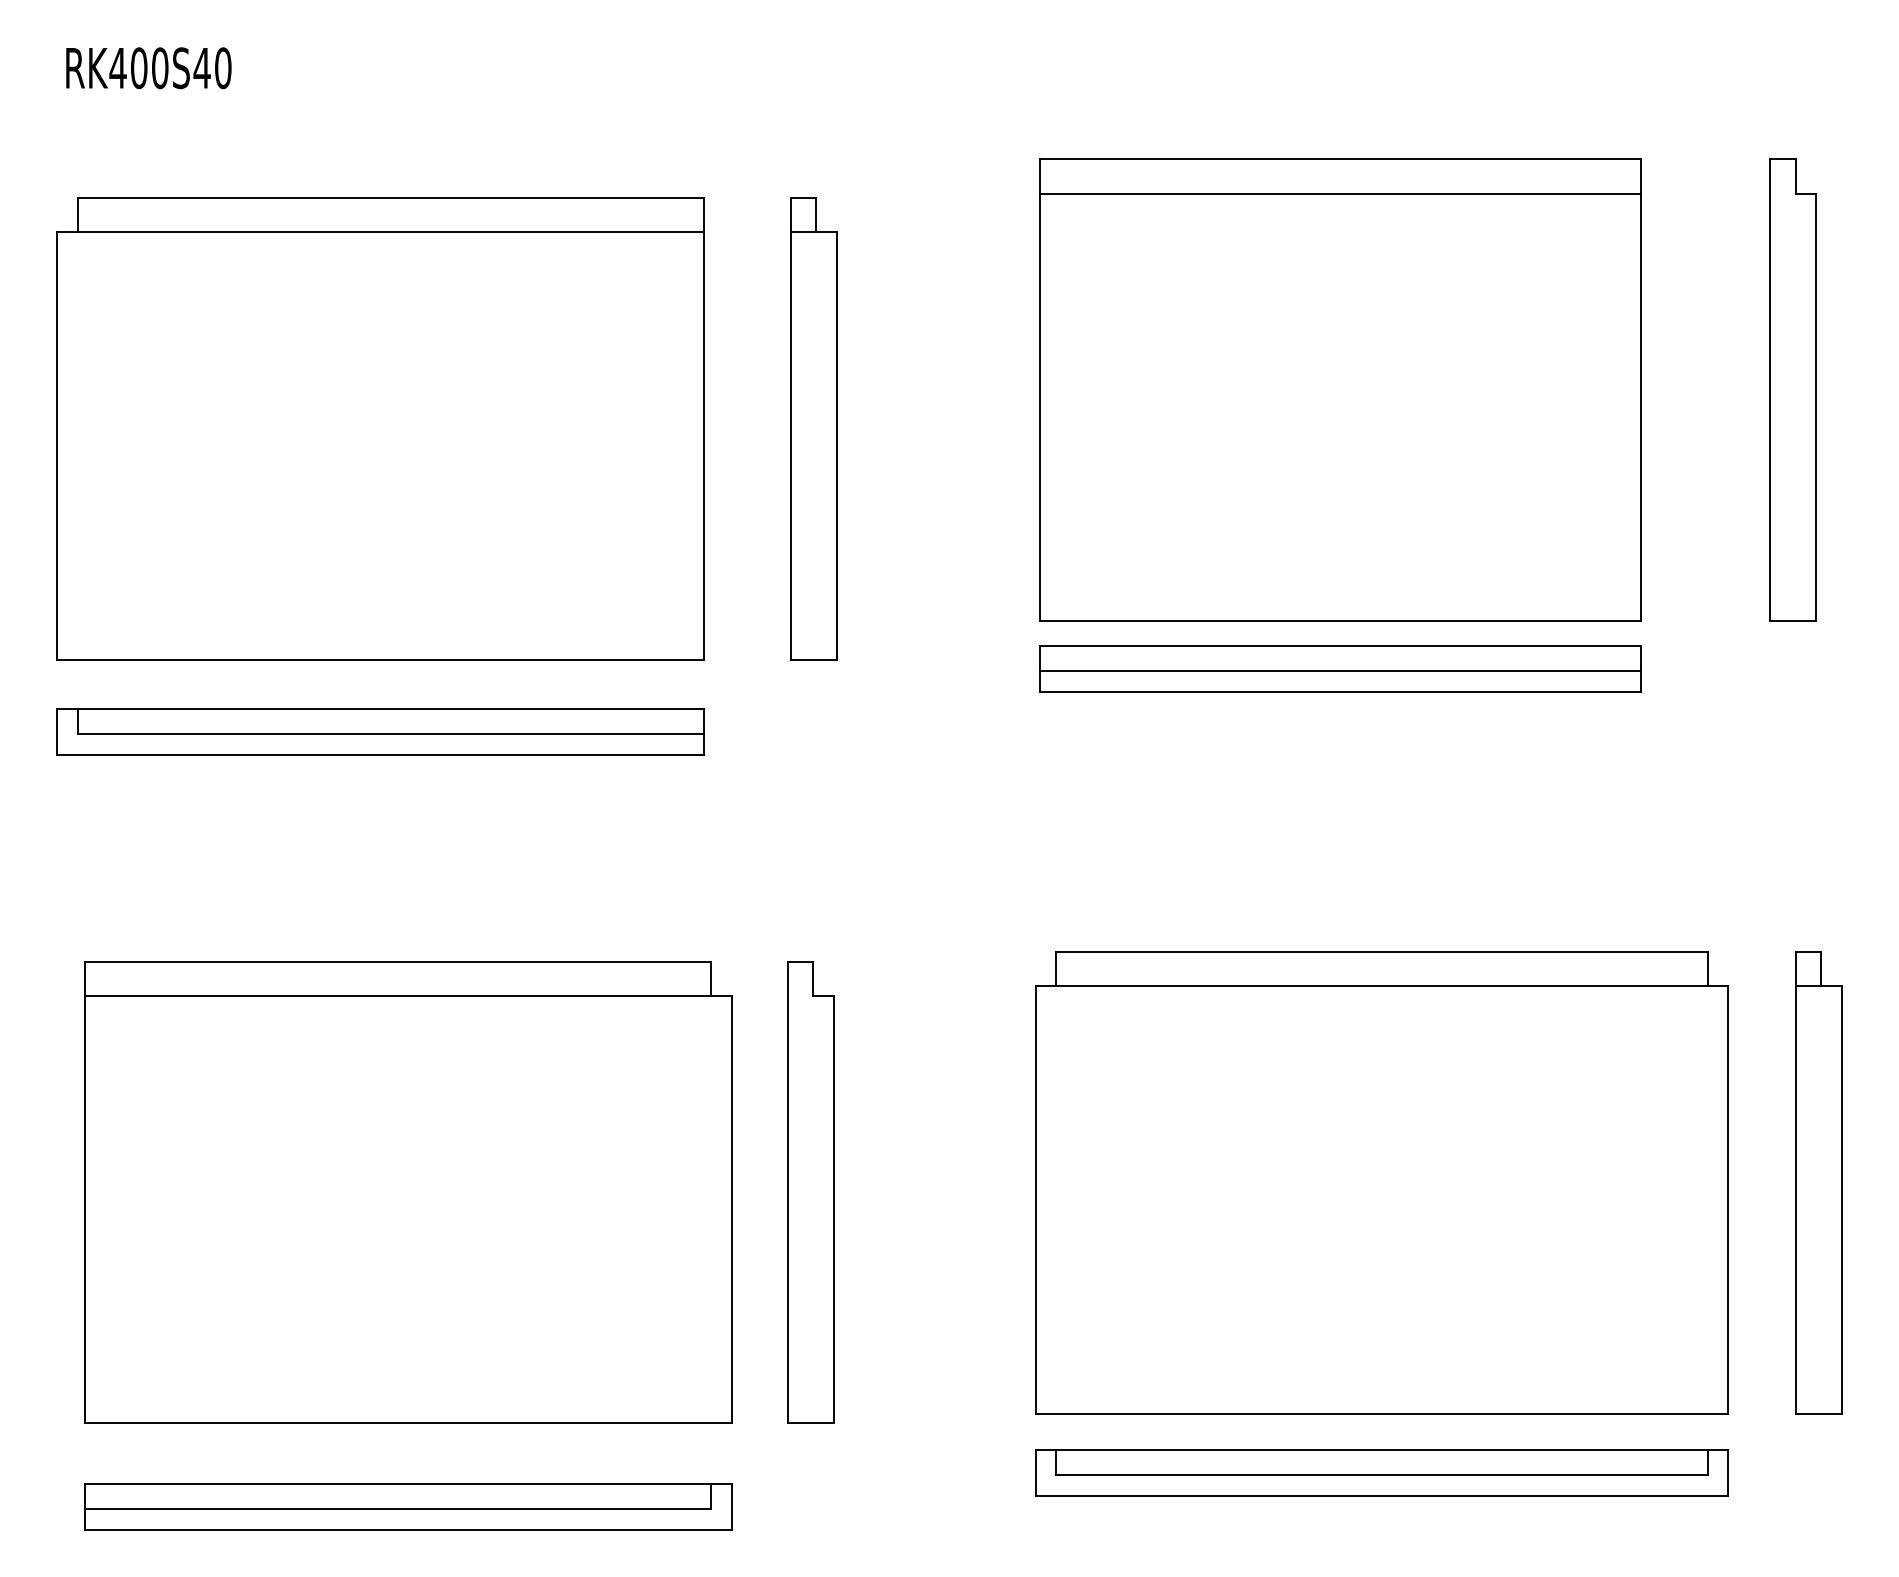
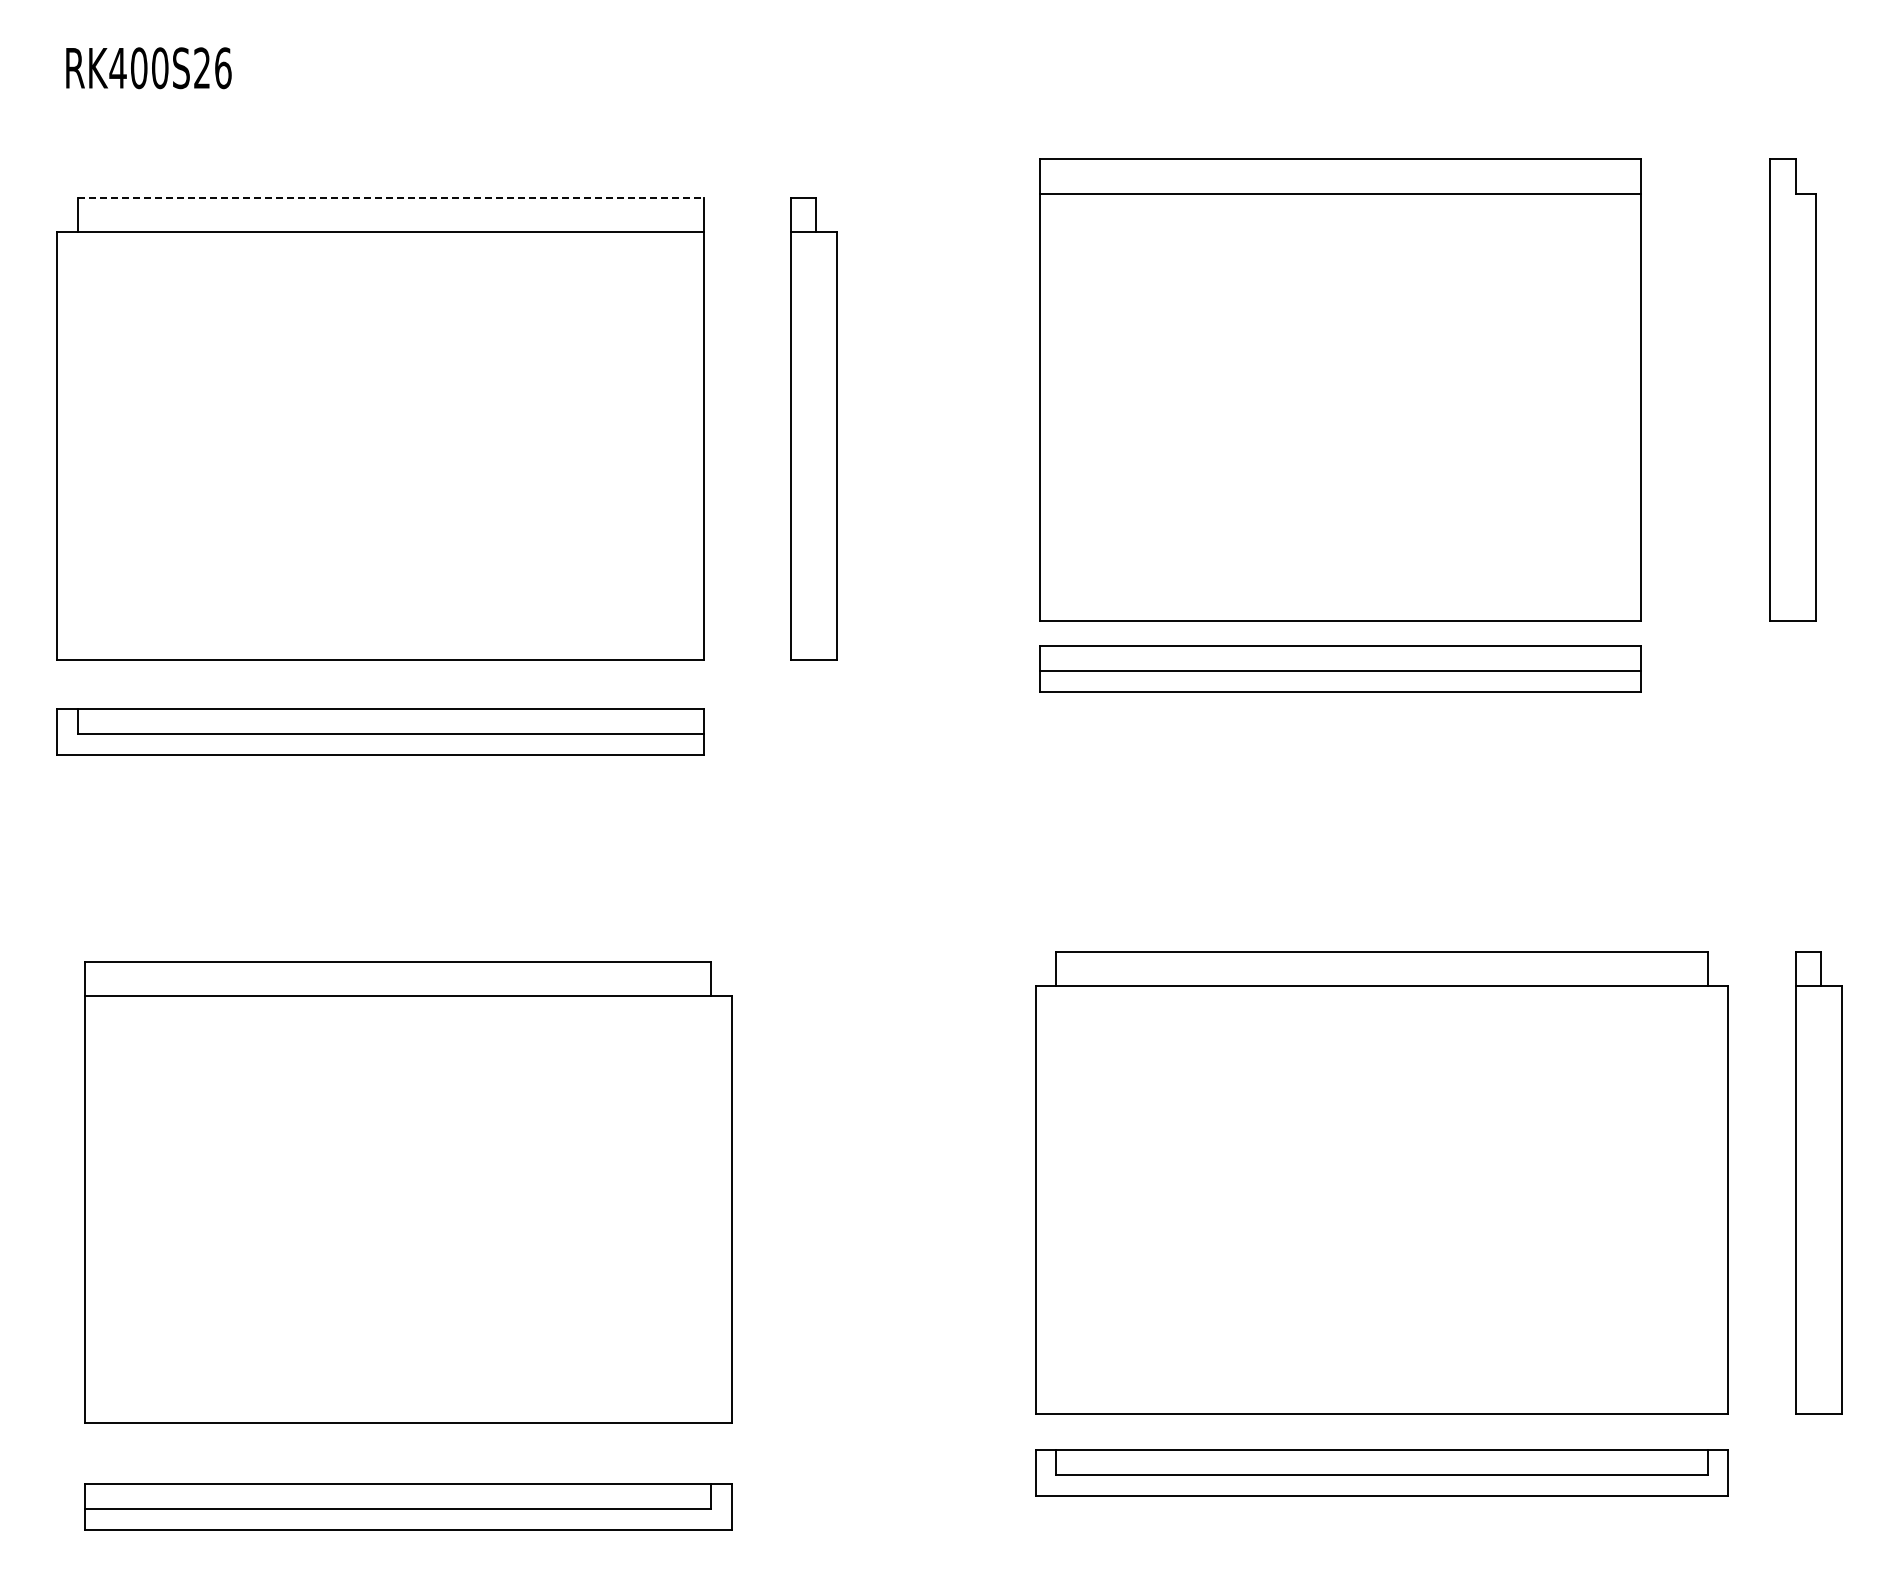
text at (212, 67): RK400S40 -> RK400S26
line at (390, 197): solid -> dashed
part at (810, 1192): present -> none
